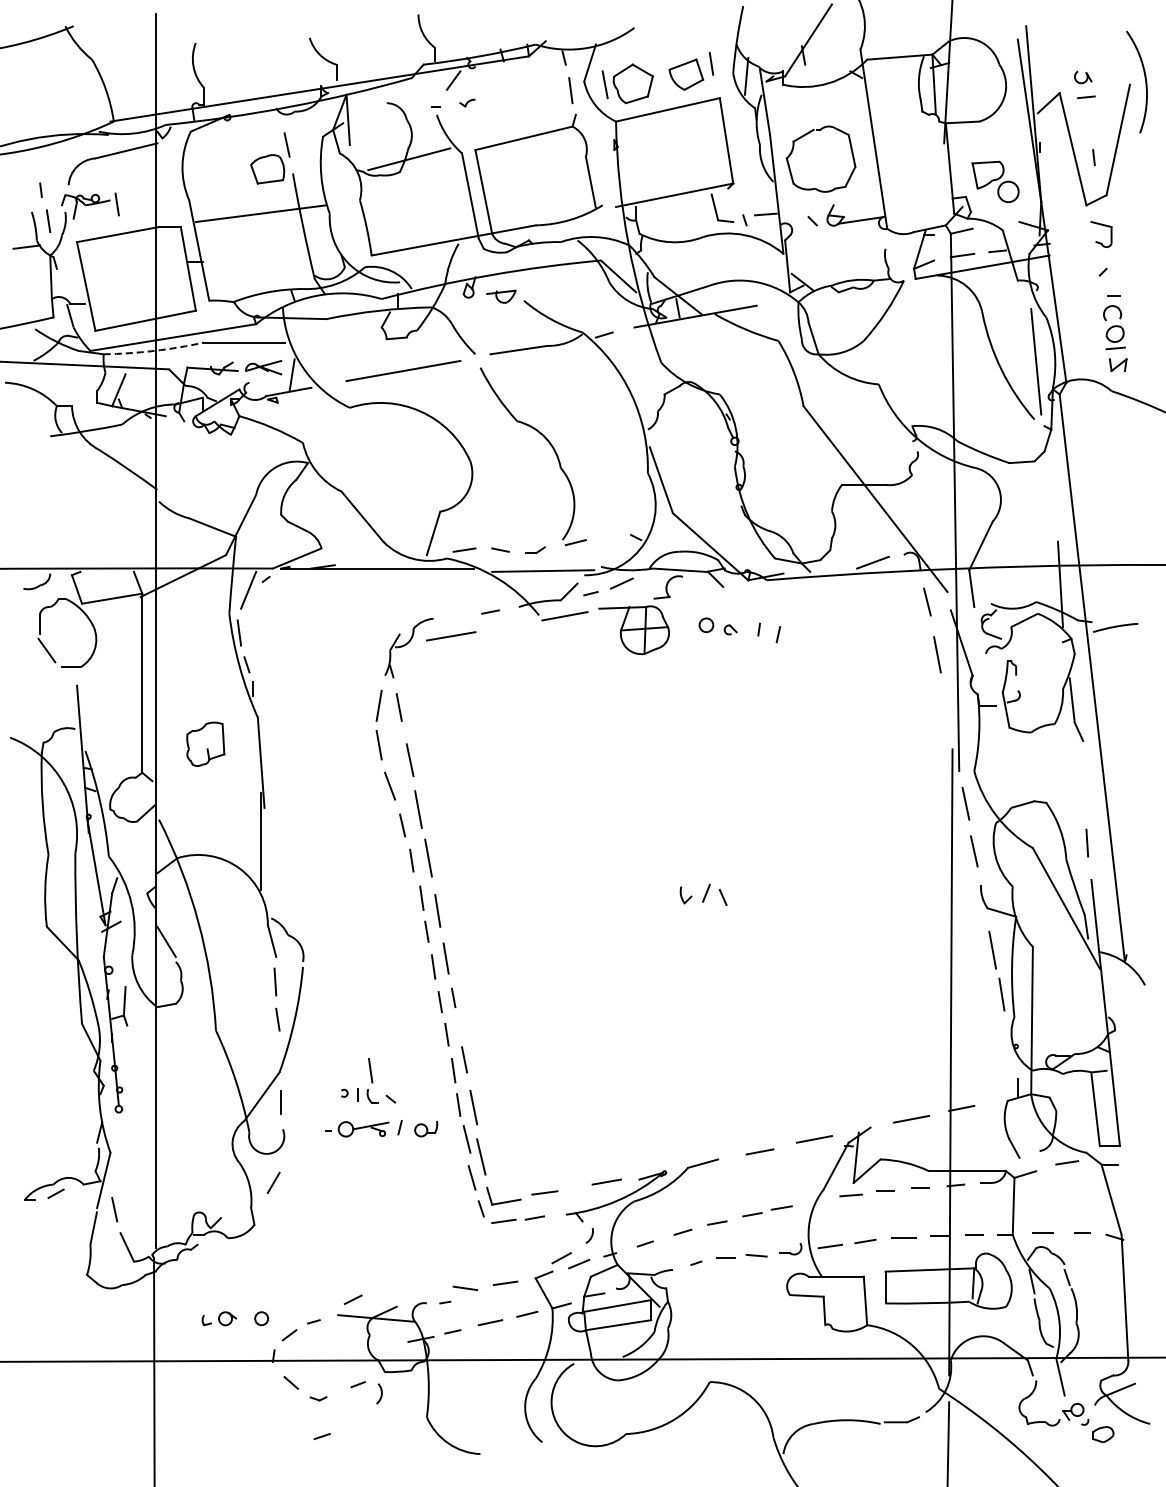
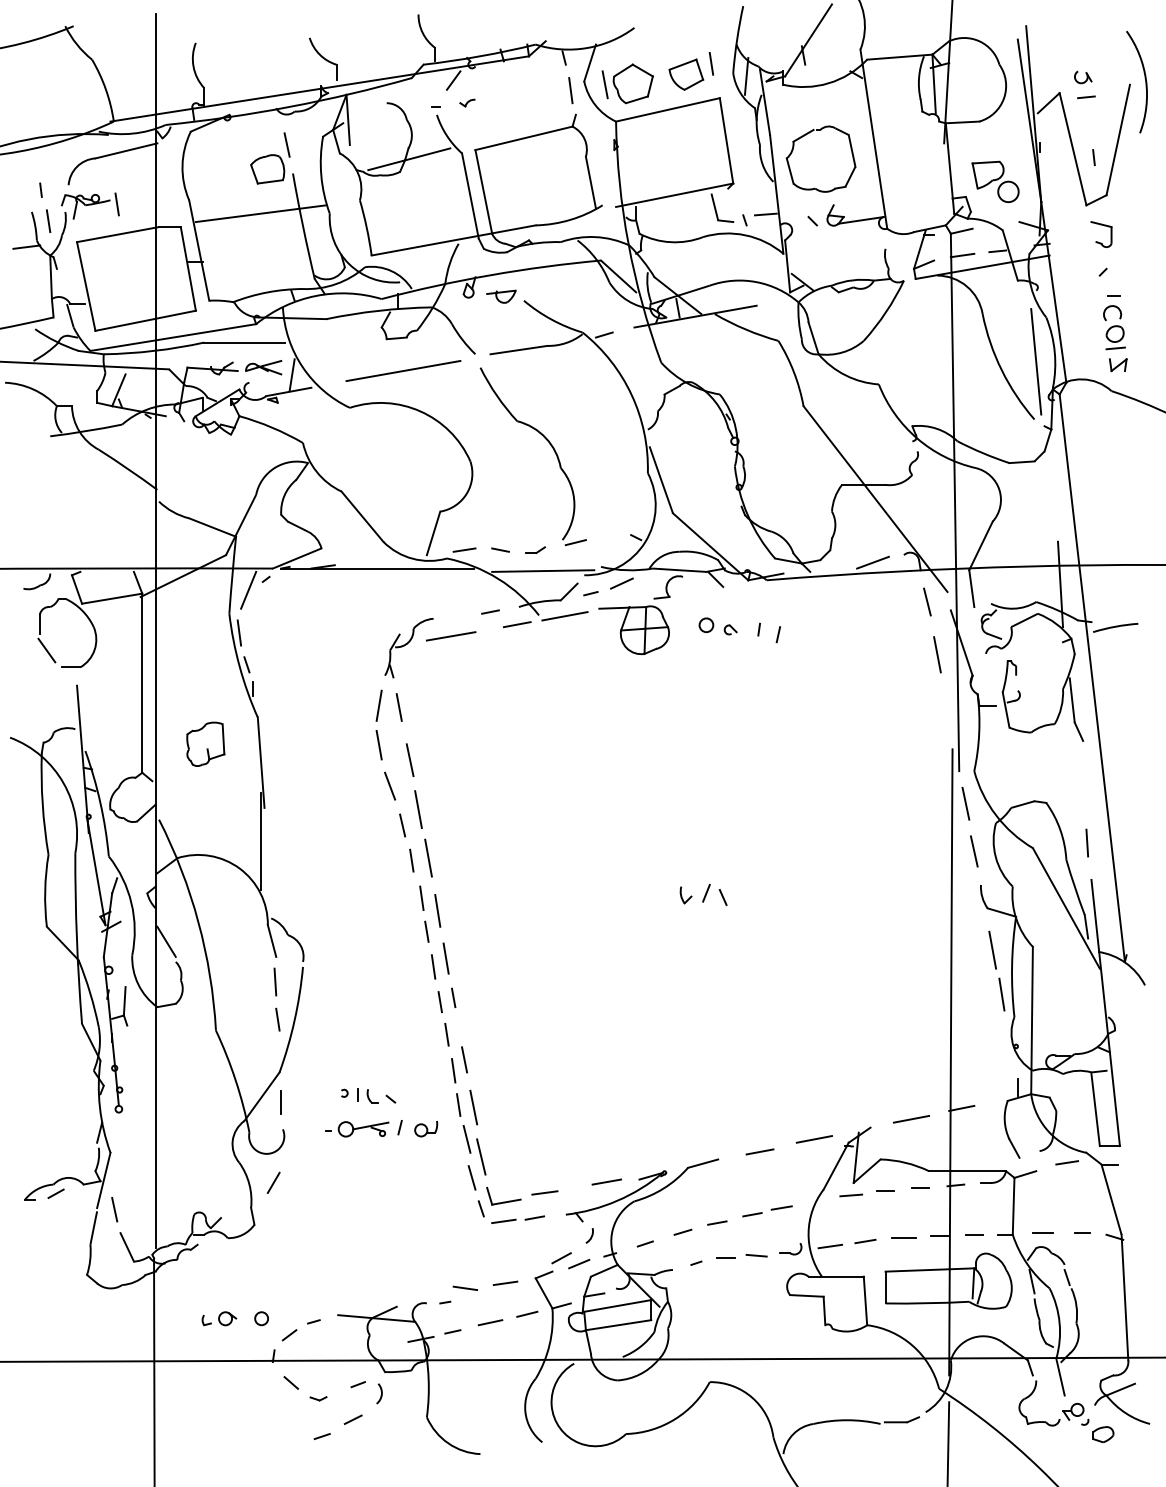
arc at (154, 350): dashed -> solid
line at (516, 624): none -> present
line at (370, 1070): present -> none
line at (352, 1299) position: (352, 1299) -> (352, 1419)
